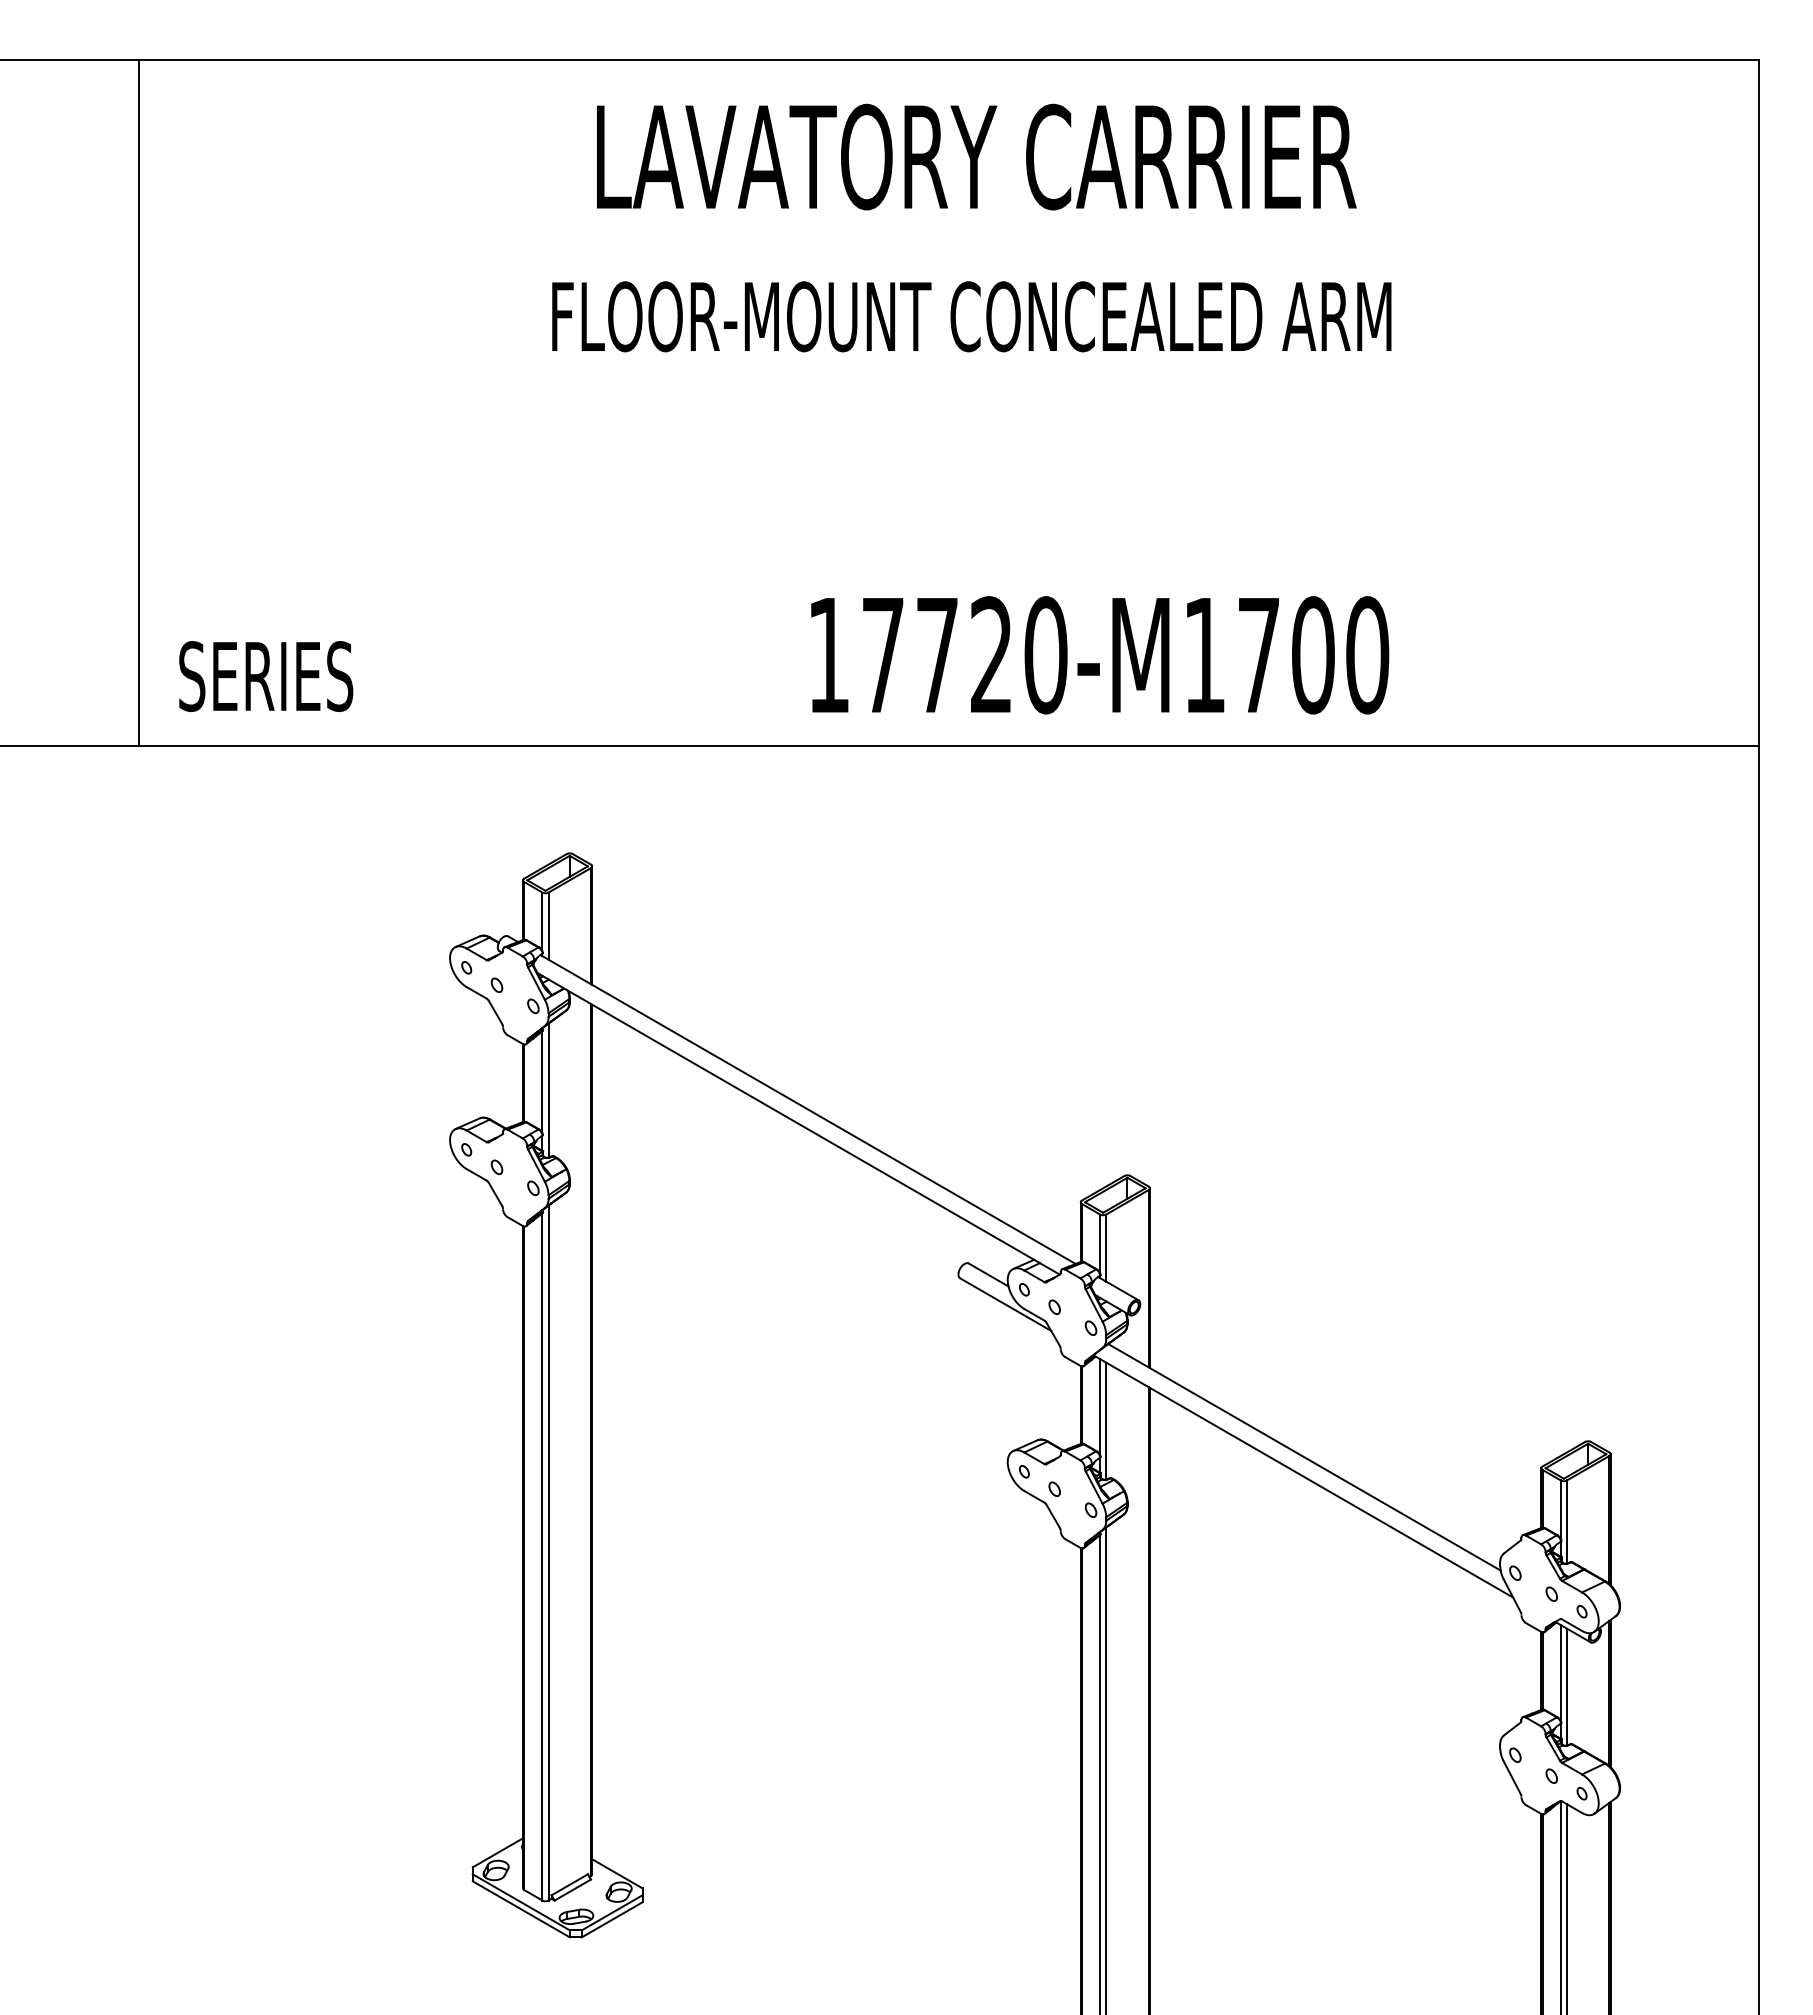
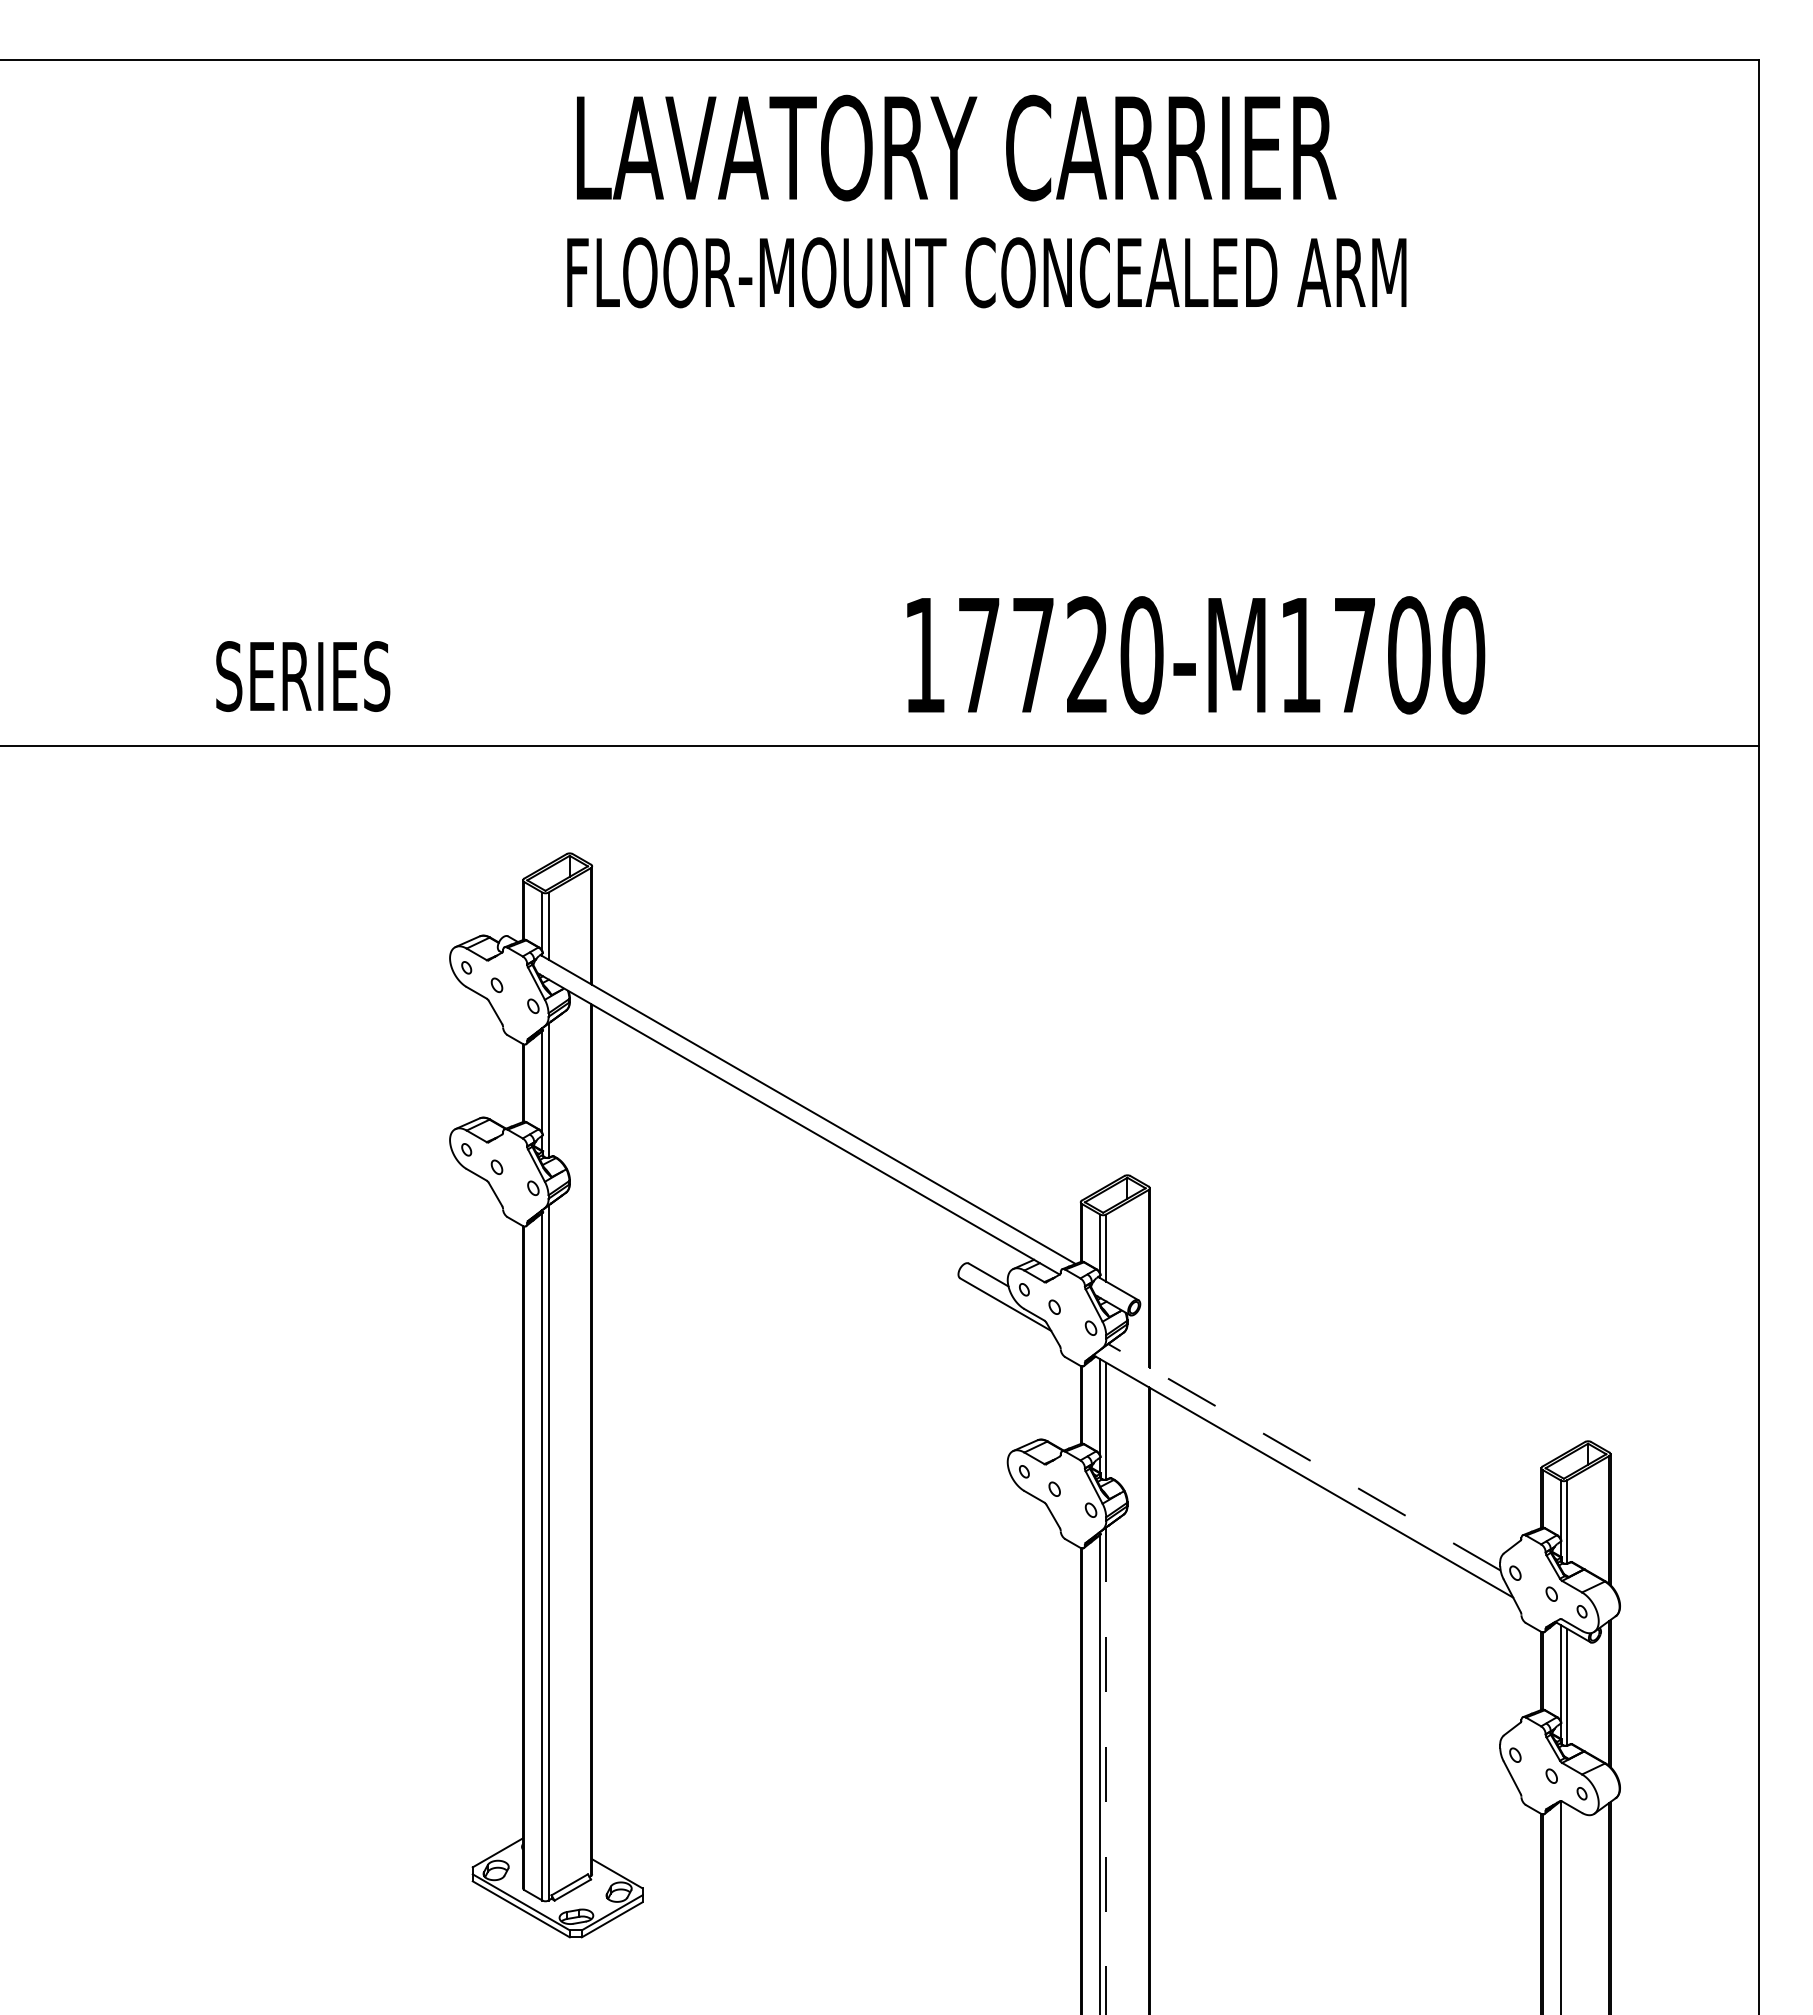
text at (976, 156) position: (976, 156) -> (956, 147)
text at (971, 316) position: (971, 316) -> (986, 272)
line at (138, 403): present -> none
text at (1100, 655) position: (1100, 655) -> (1196, 655)
text at (266, 676) position: (266, 676) -> (303, 676)
line at (1304, 1457): solid -> dashed
line at (1106, 1771): solid -> dashed
line at (1566, 1907): present -> none
